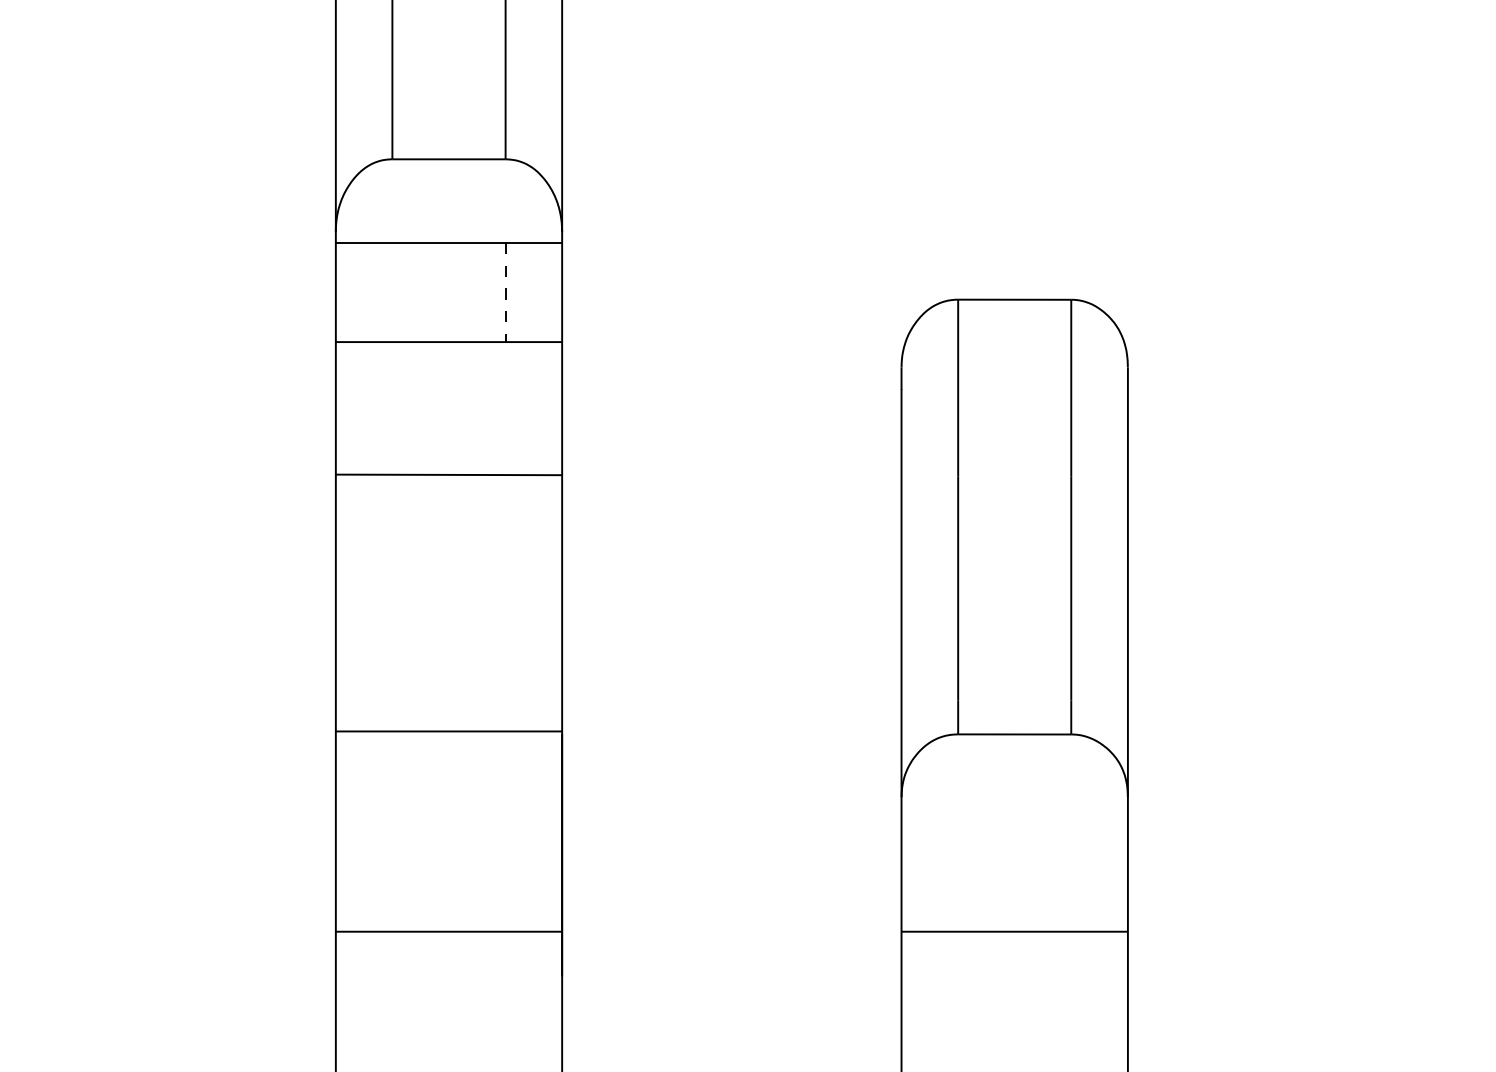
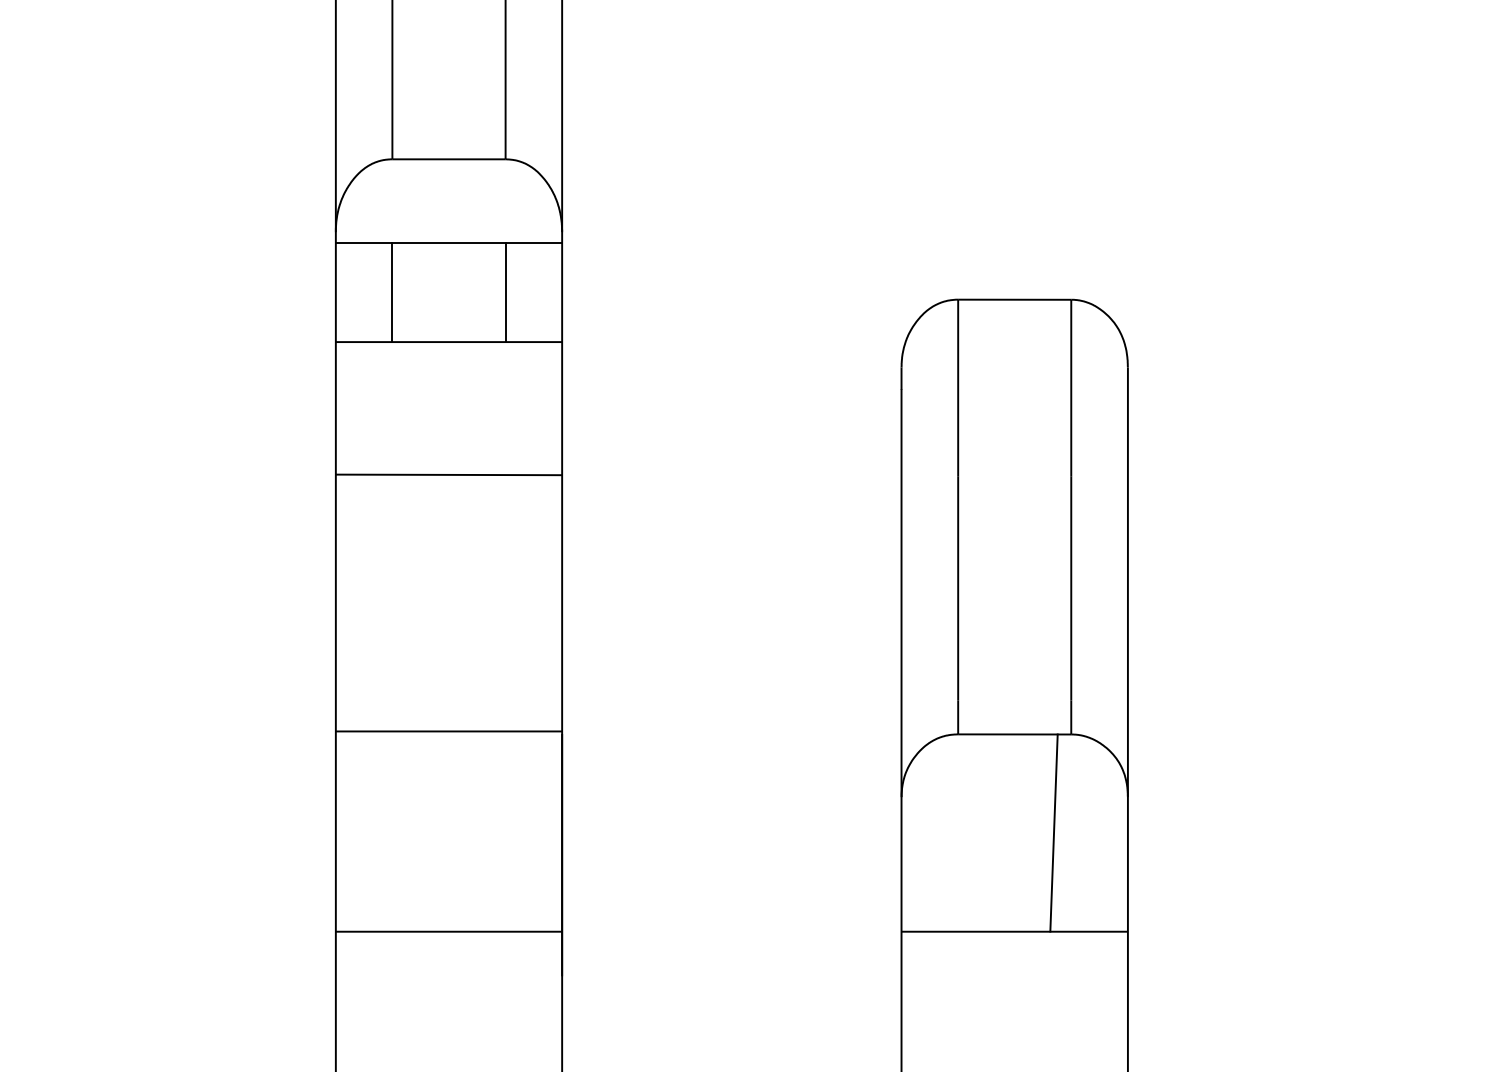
line at (392, 292): none -> present
line at (505, 292): dashed -> solid
line at (1053, 832): none -> present
